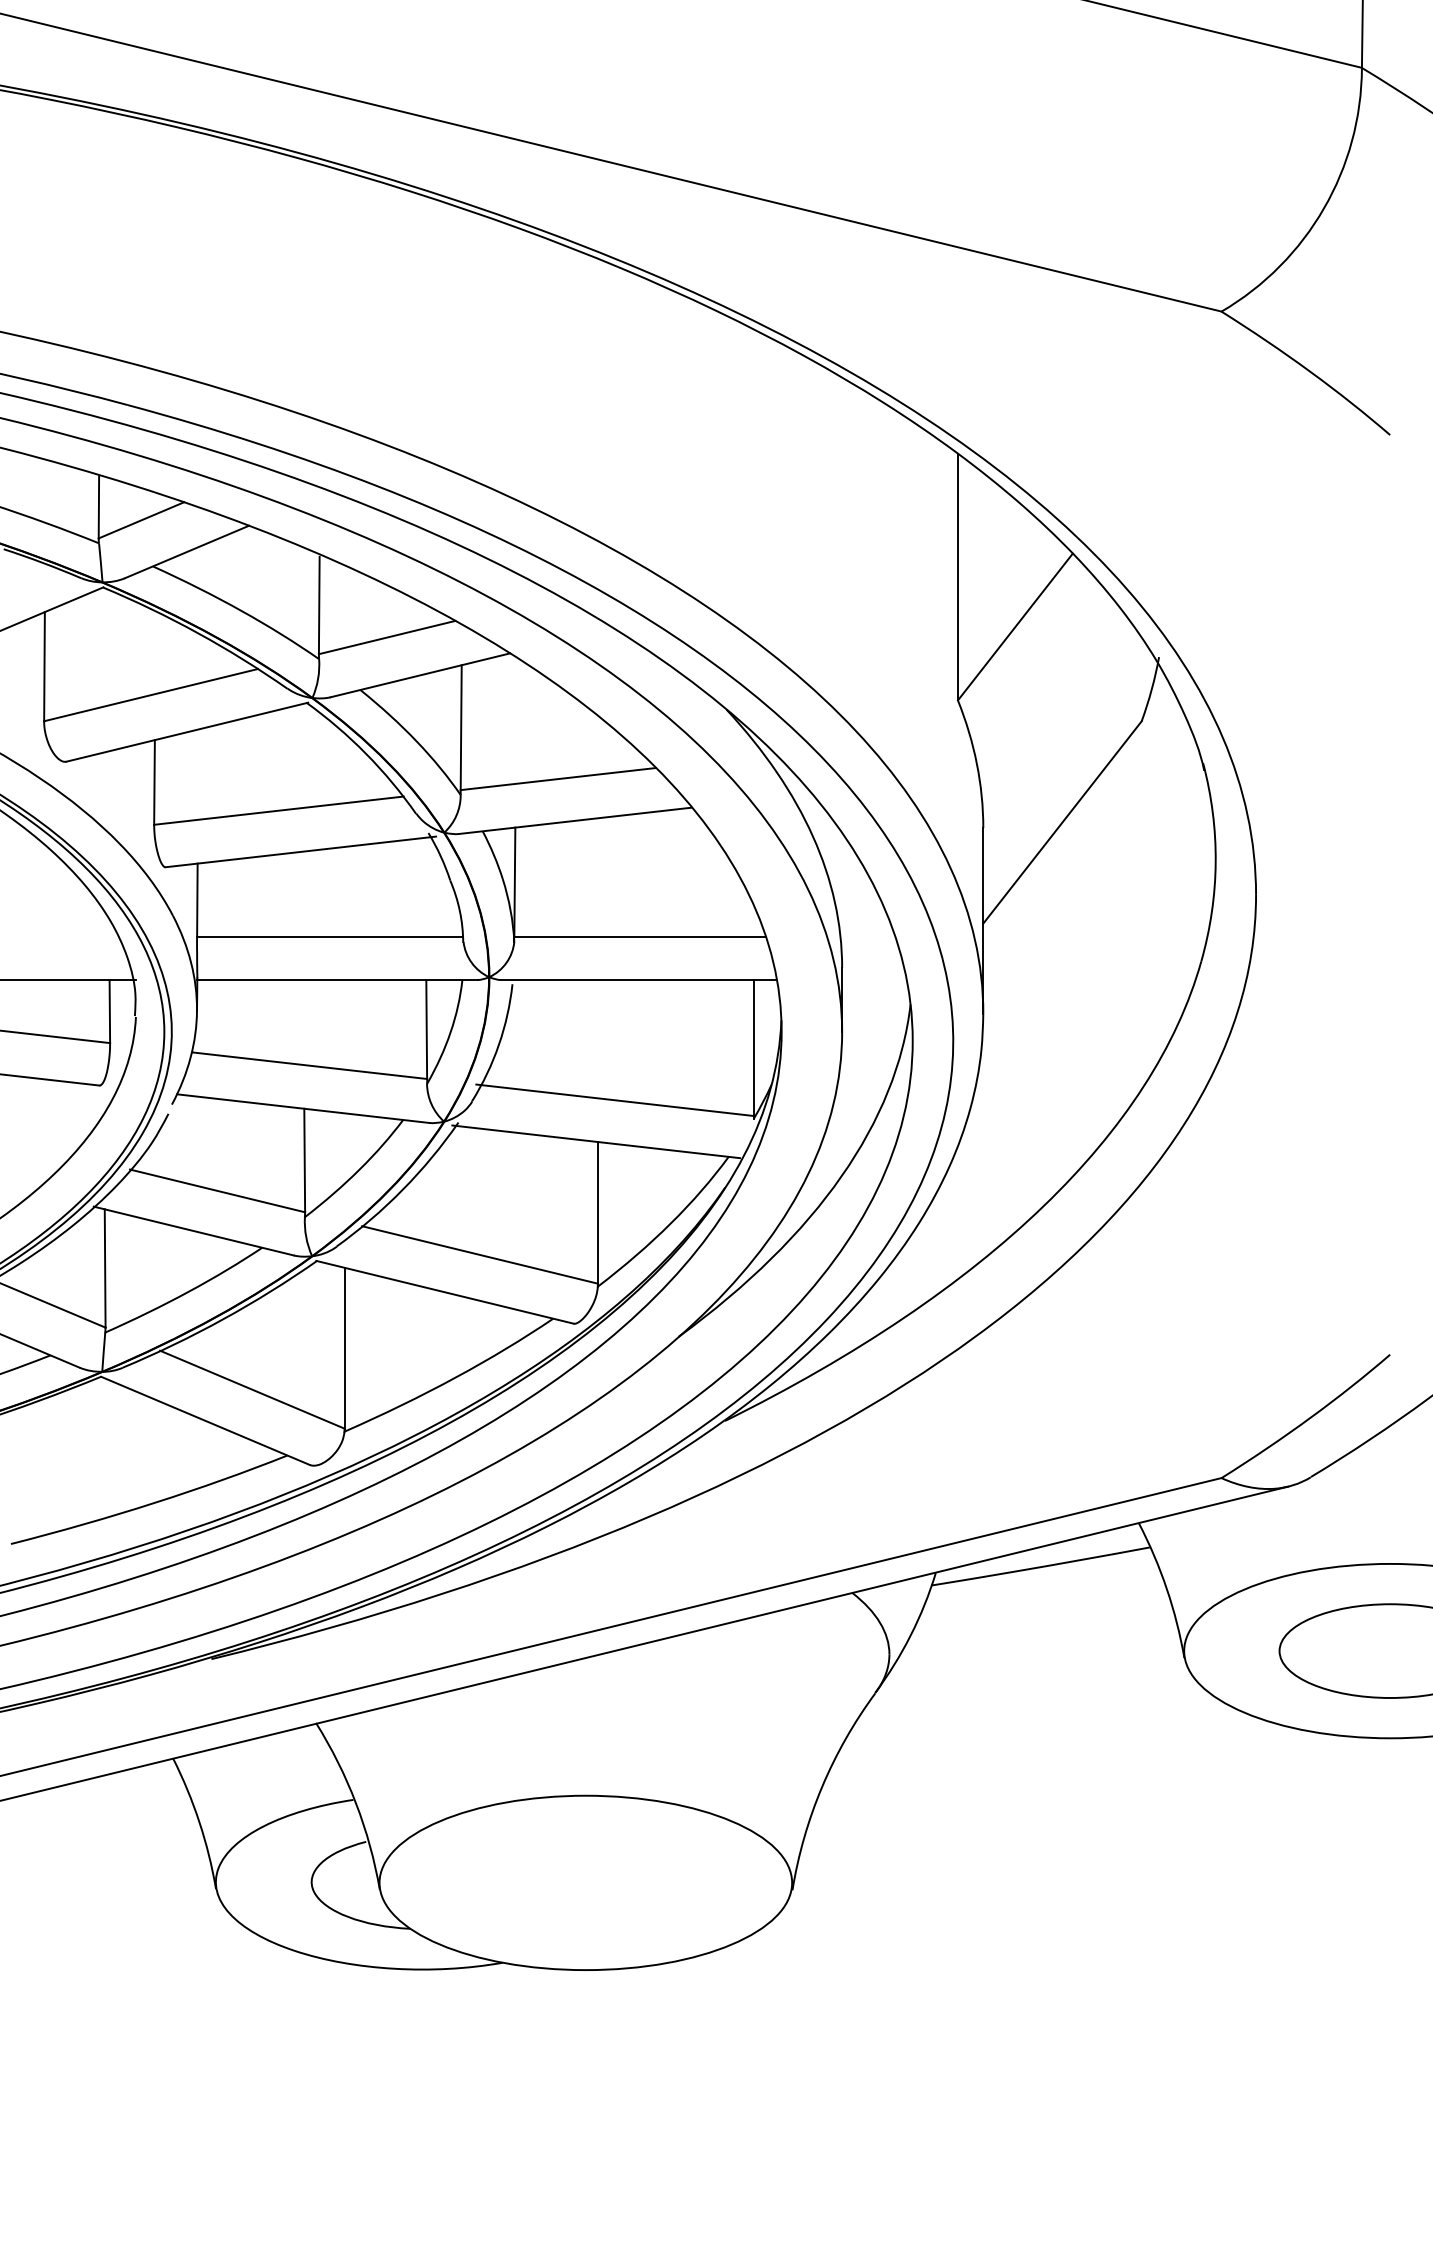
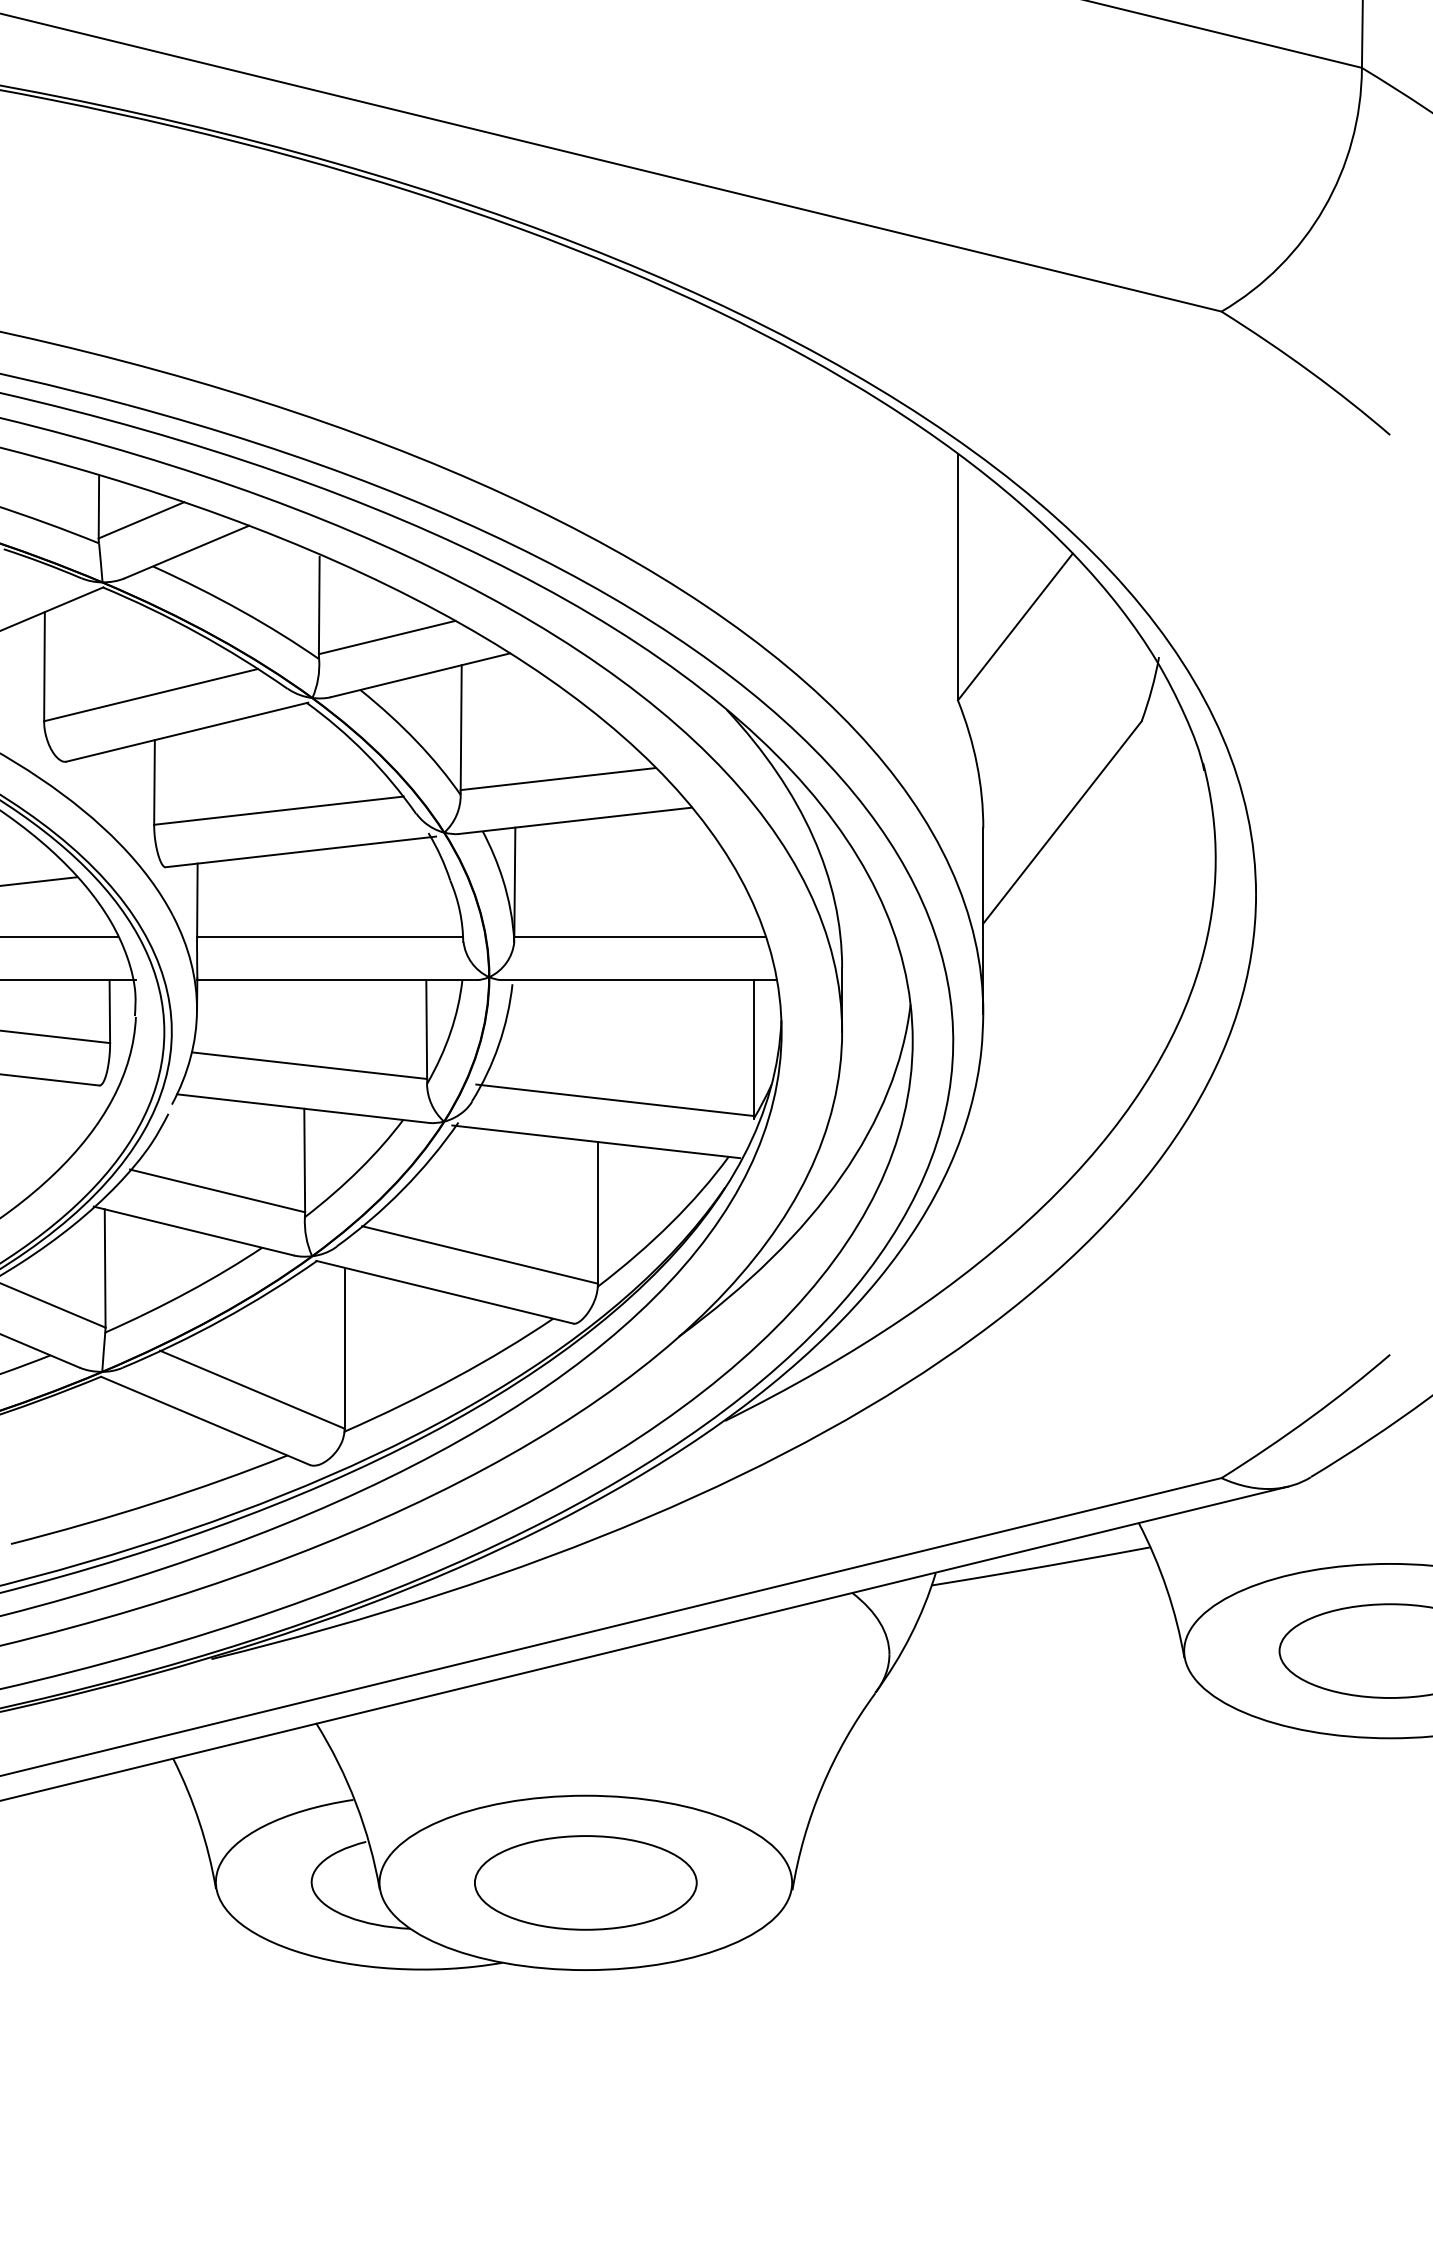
line at (39, 881): none -> present
line at (59, 936): none -> present
part at (585, 1882): none -> present
